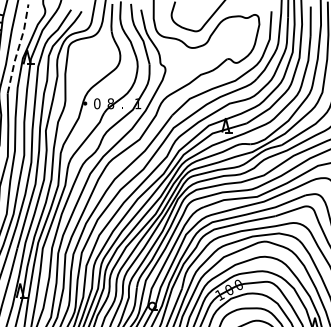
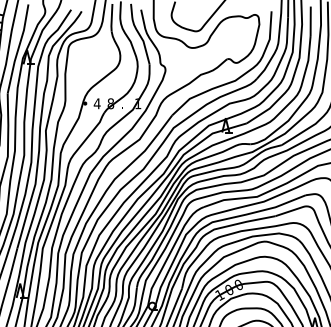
line at (18, 48): dashed -> solid
text at (96, 103): 0 -> 4
